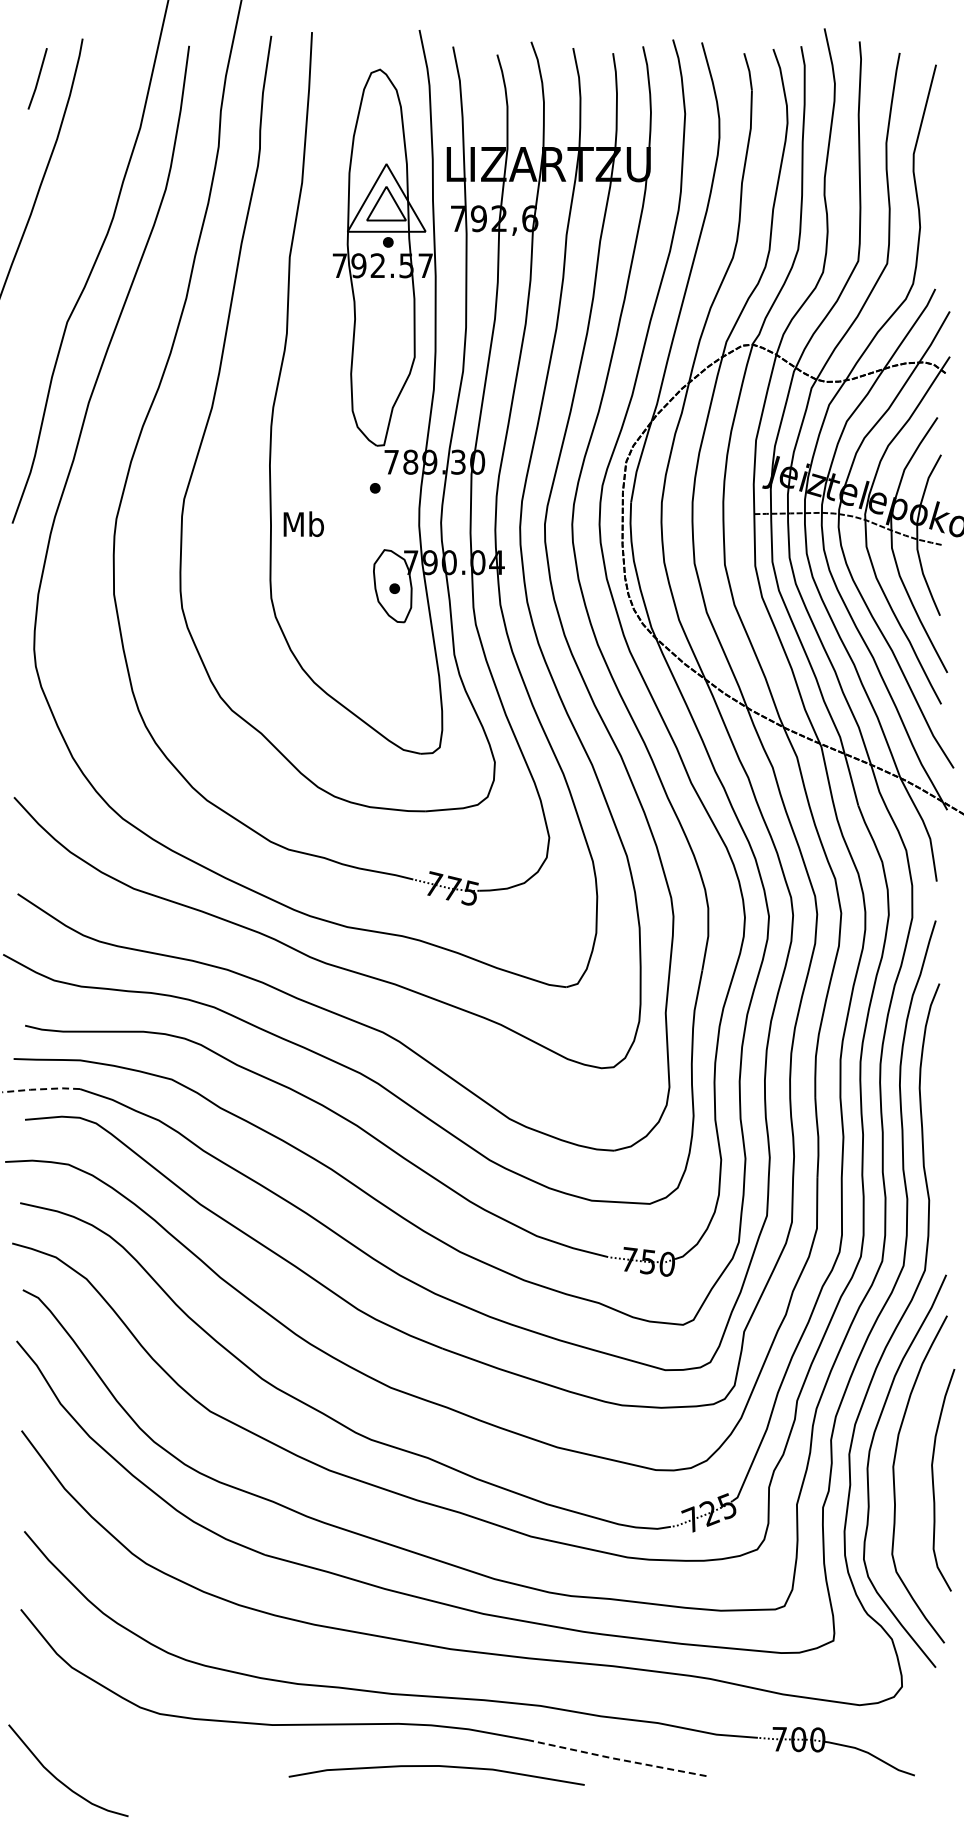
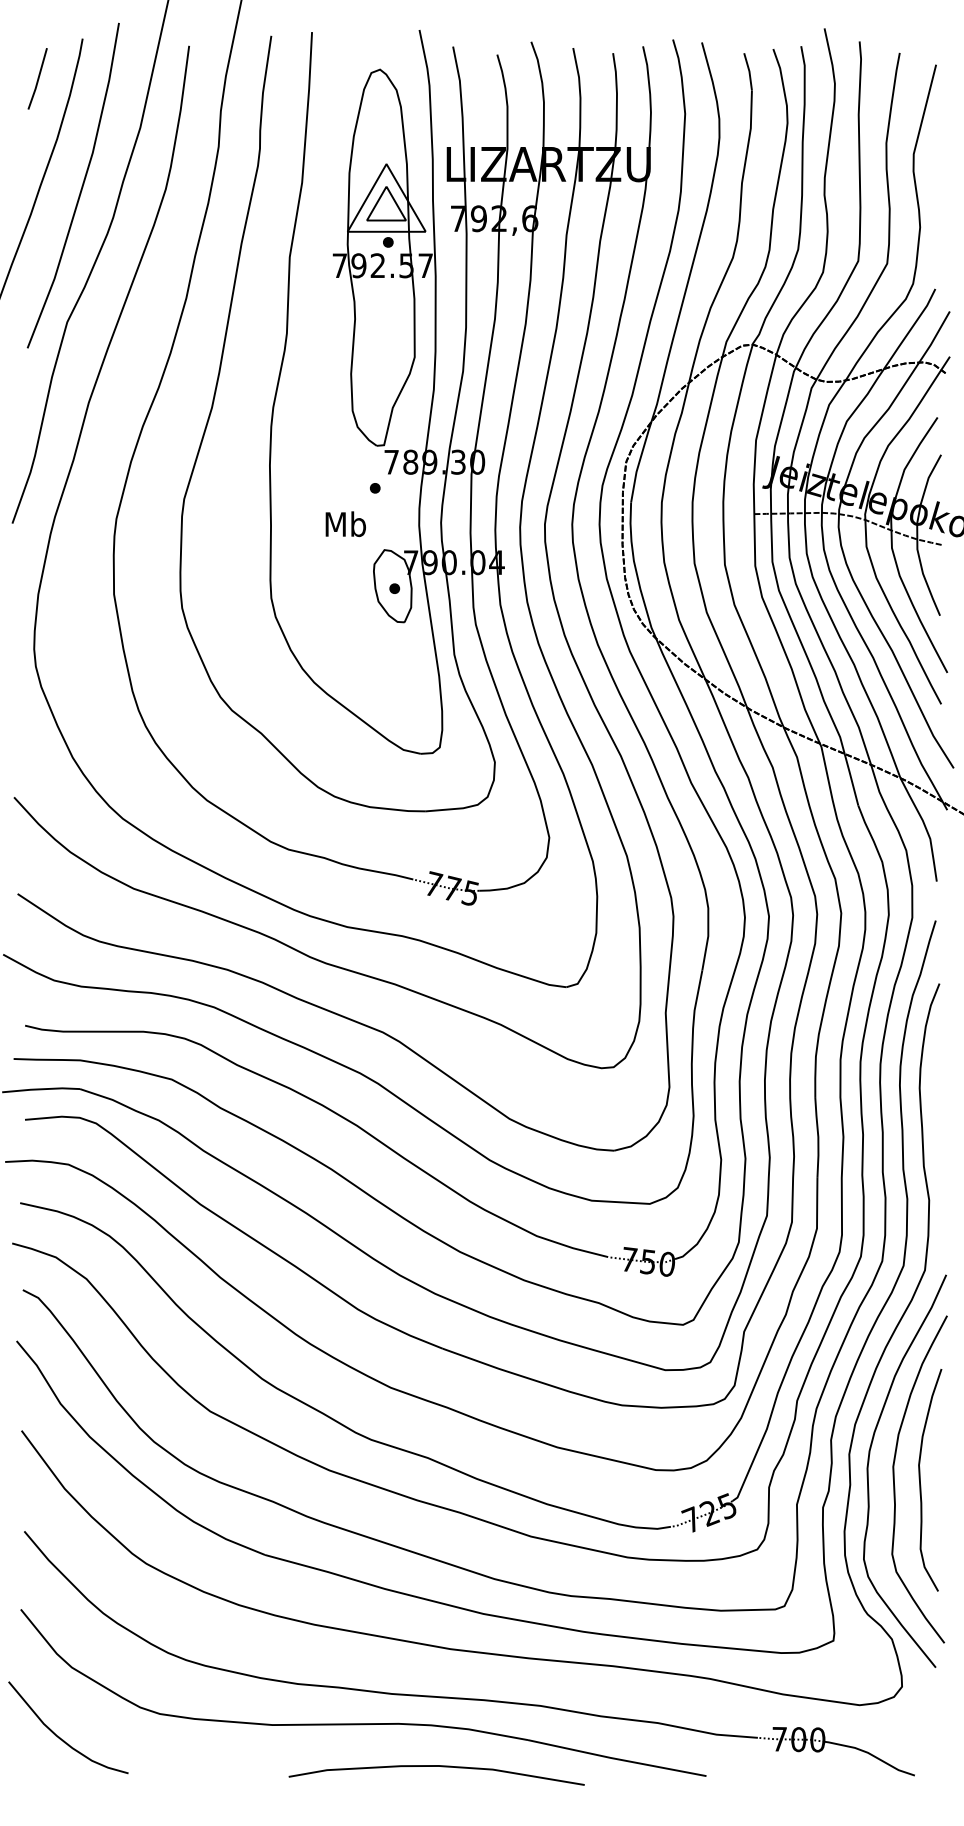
line at (80, 189): none -> present
text at (303, 524) position: (303, 524) -> (345, 524)
line at (40, 1089): dashed -> solid
curve at (933, 1480) position: (933, 1480) -> (920, 1480)
line at (616, 1759): dashed -> solid
curve at (59, 1779) position: (59, 1779) -> (59, 1736)
